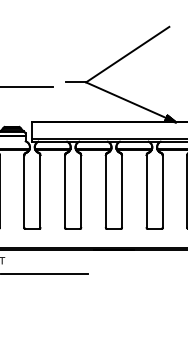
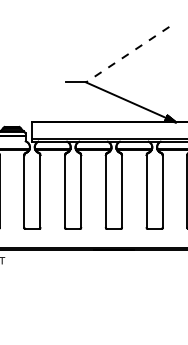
line at (127, 54): solid -> dashed
line at (27, 86): present -> none
line at (45, 273): present -> none
